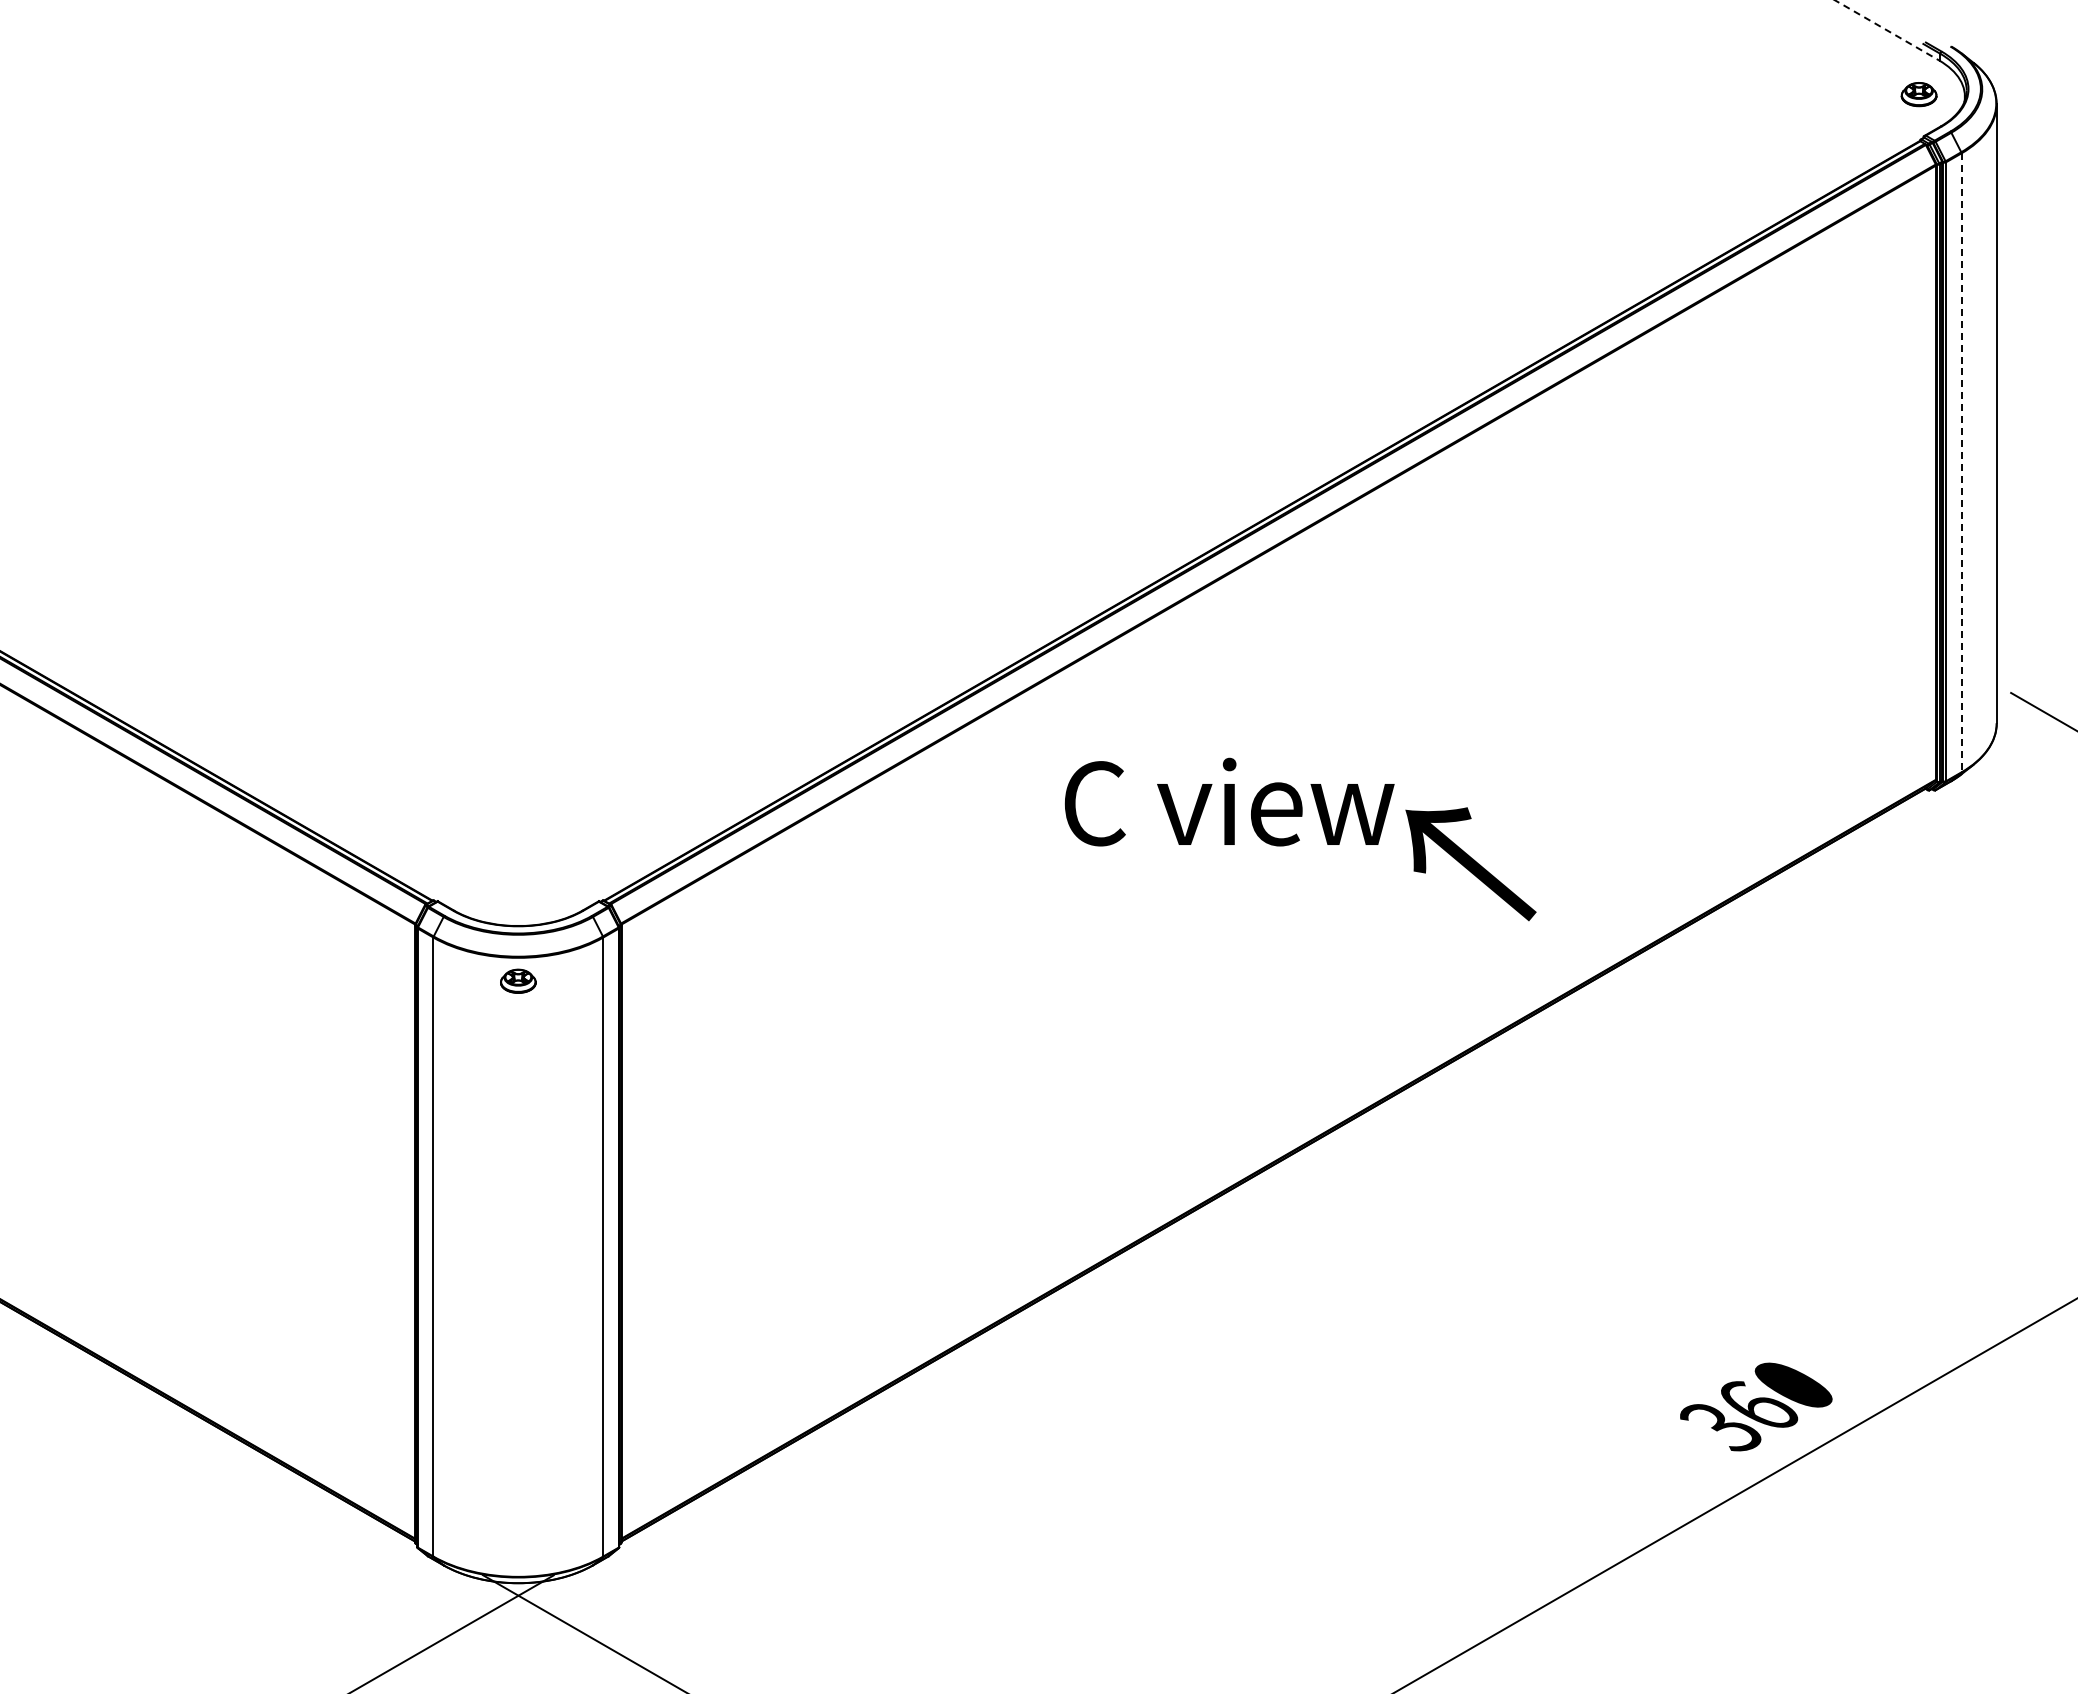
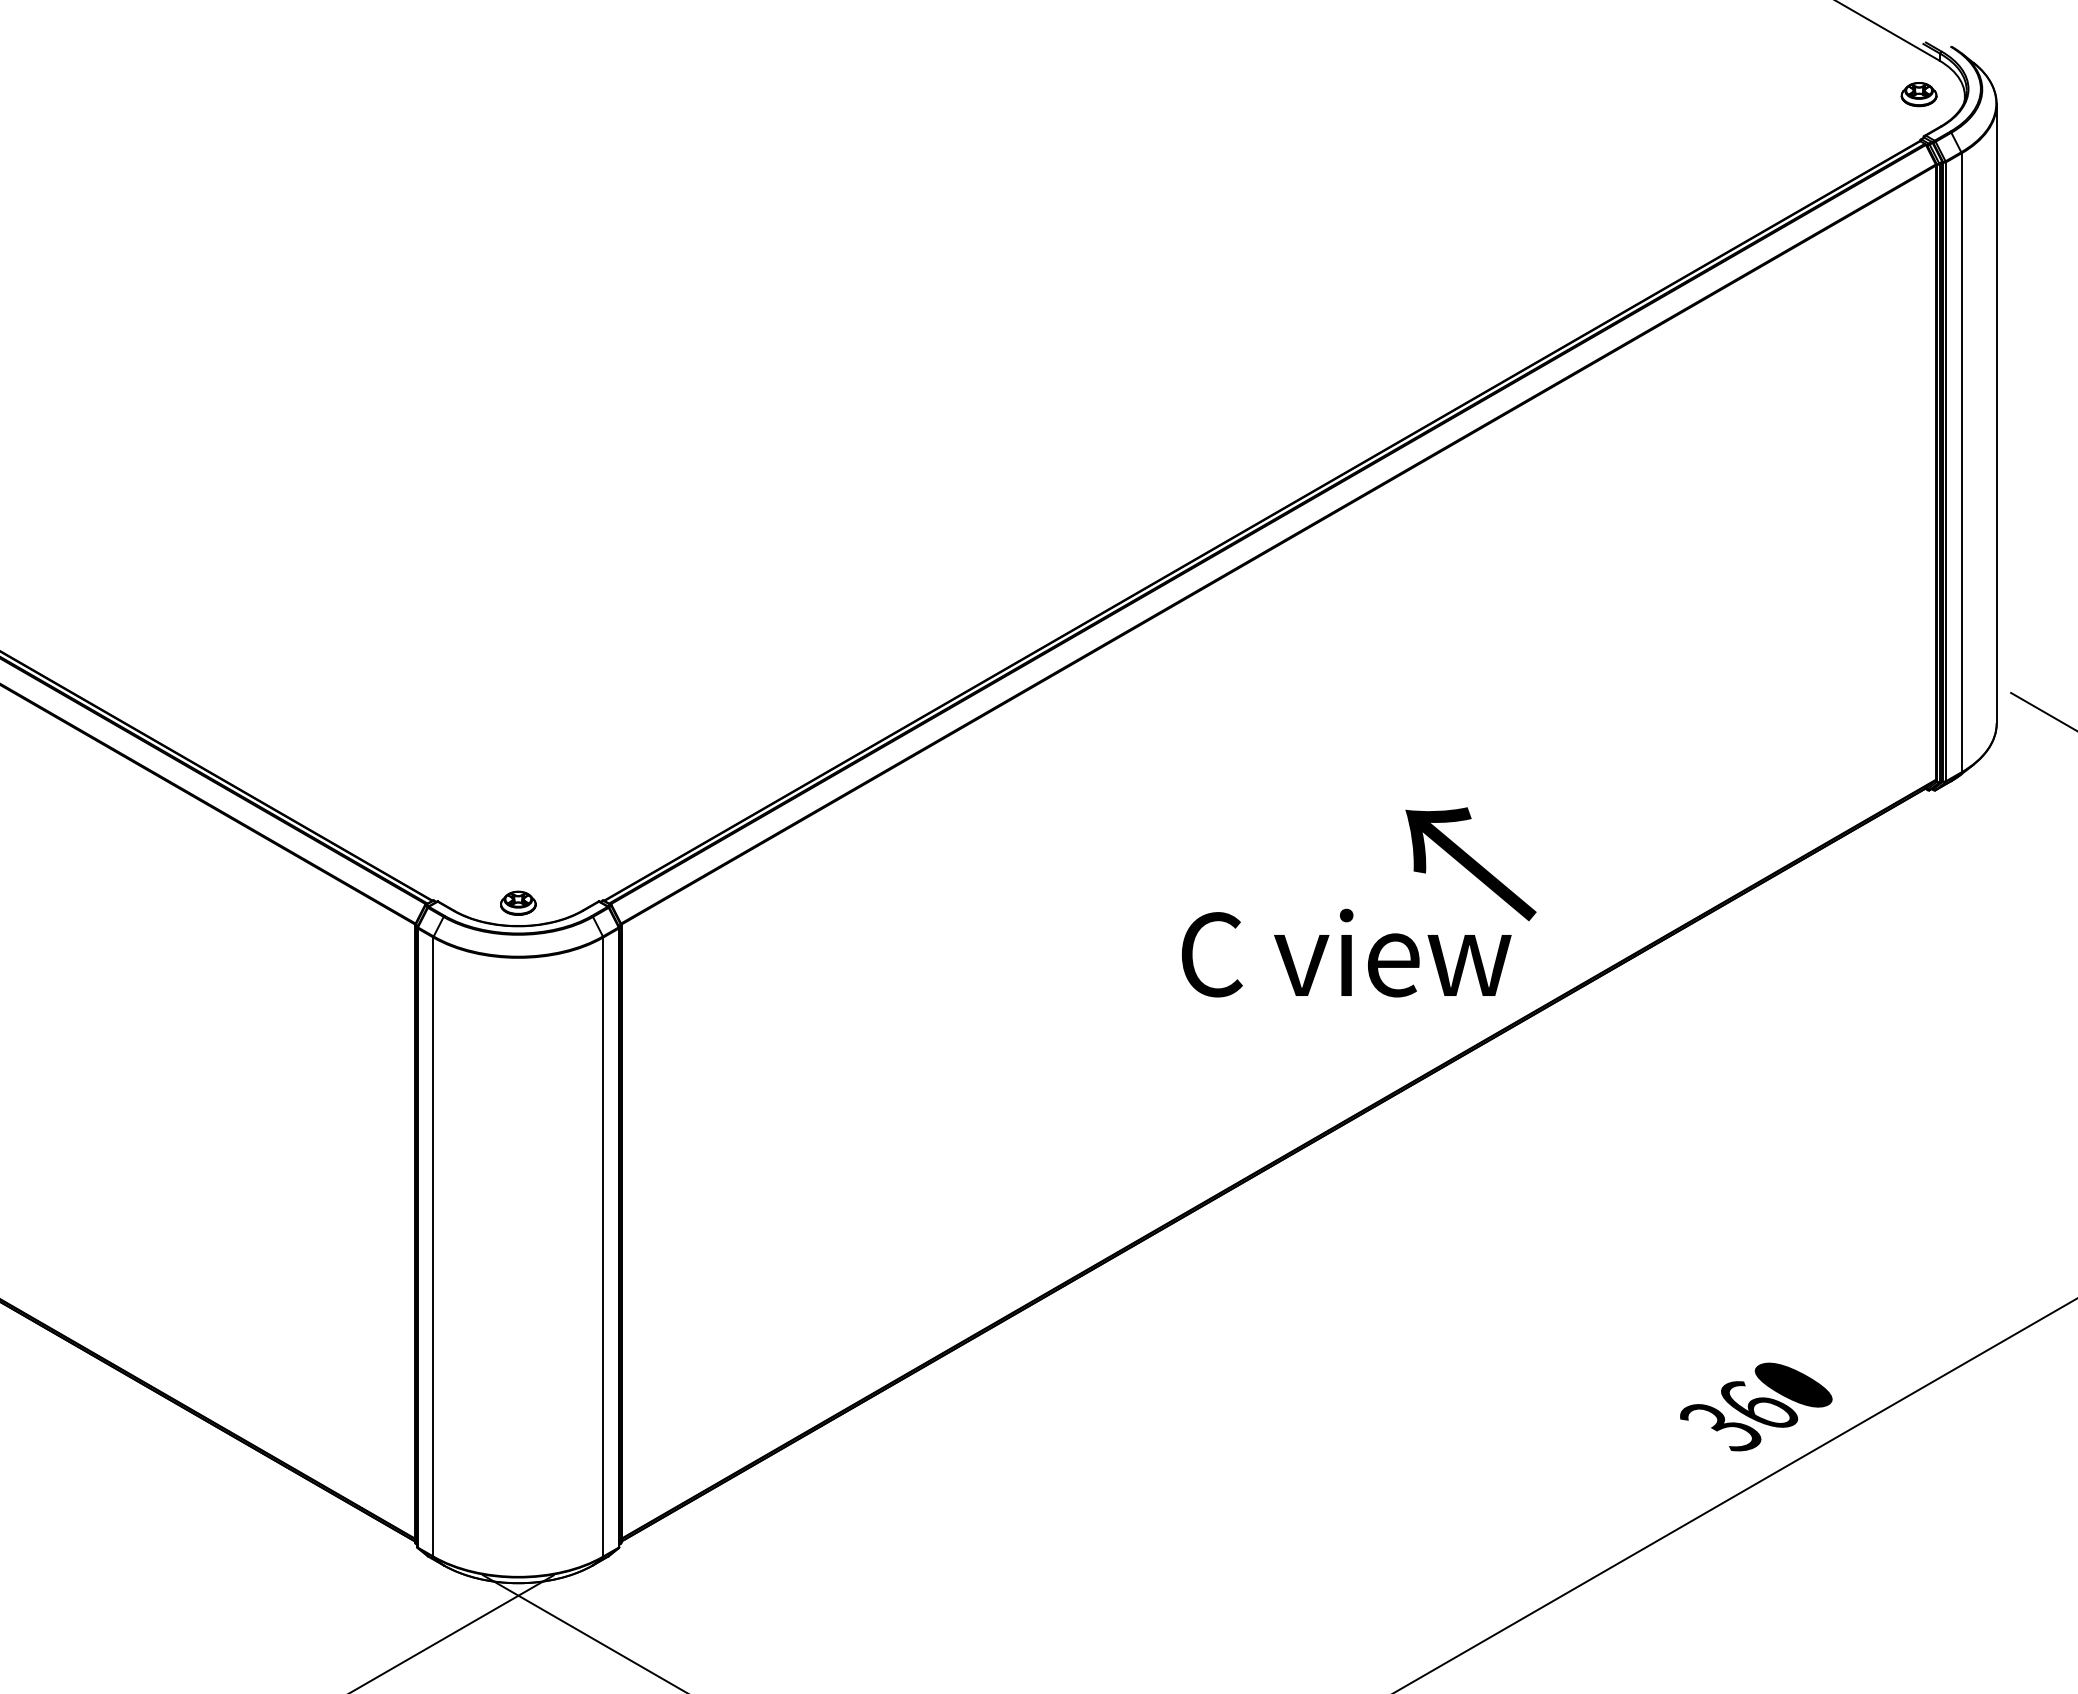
line at (1887, 30): dashed -> solid
line at (1961, 463): dashed -> solid
text at (1229, 801) position: (1229, 801) -> (1346, 952)
part at (518, 980) position: (518, 980) -> (518, 902)
